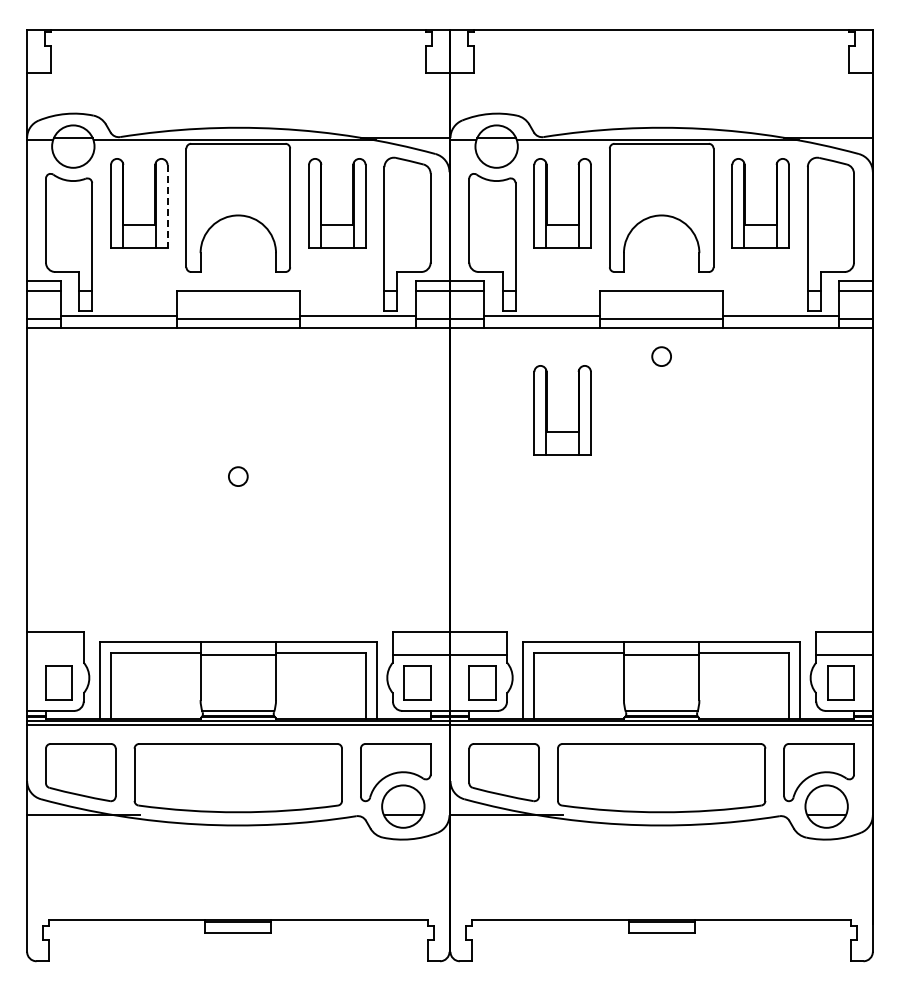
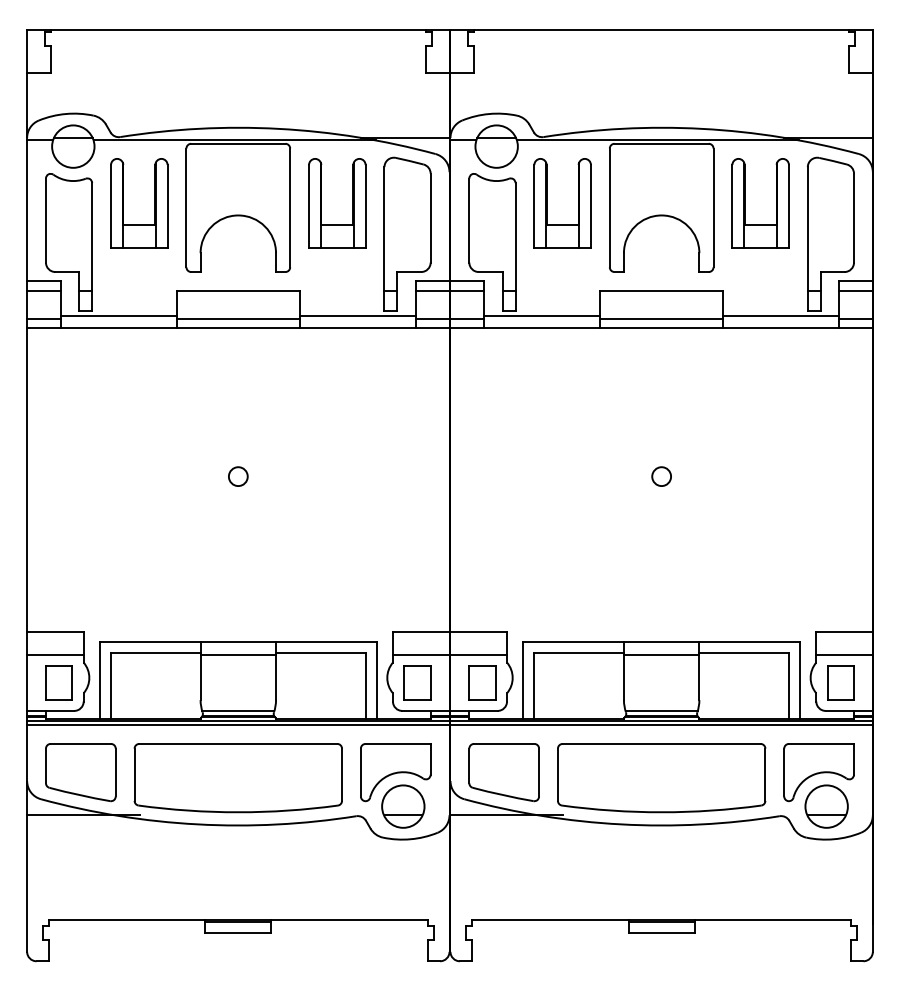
line at (167, 206): dashed -> solid
circle at (661, 356) position: (661, 356) -> (661, 476)
part at (547, 410): present -> none
line at (55, 655): none -> present
